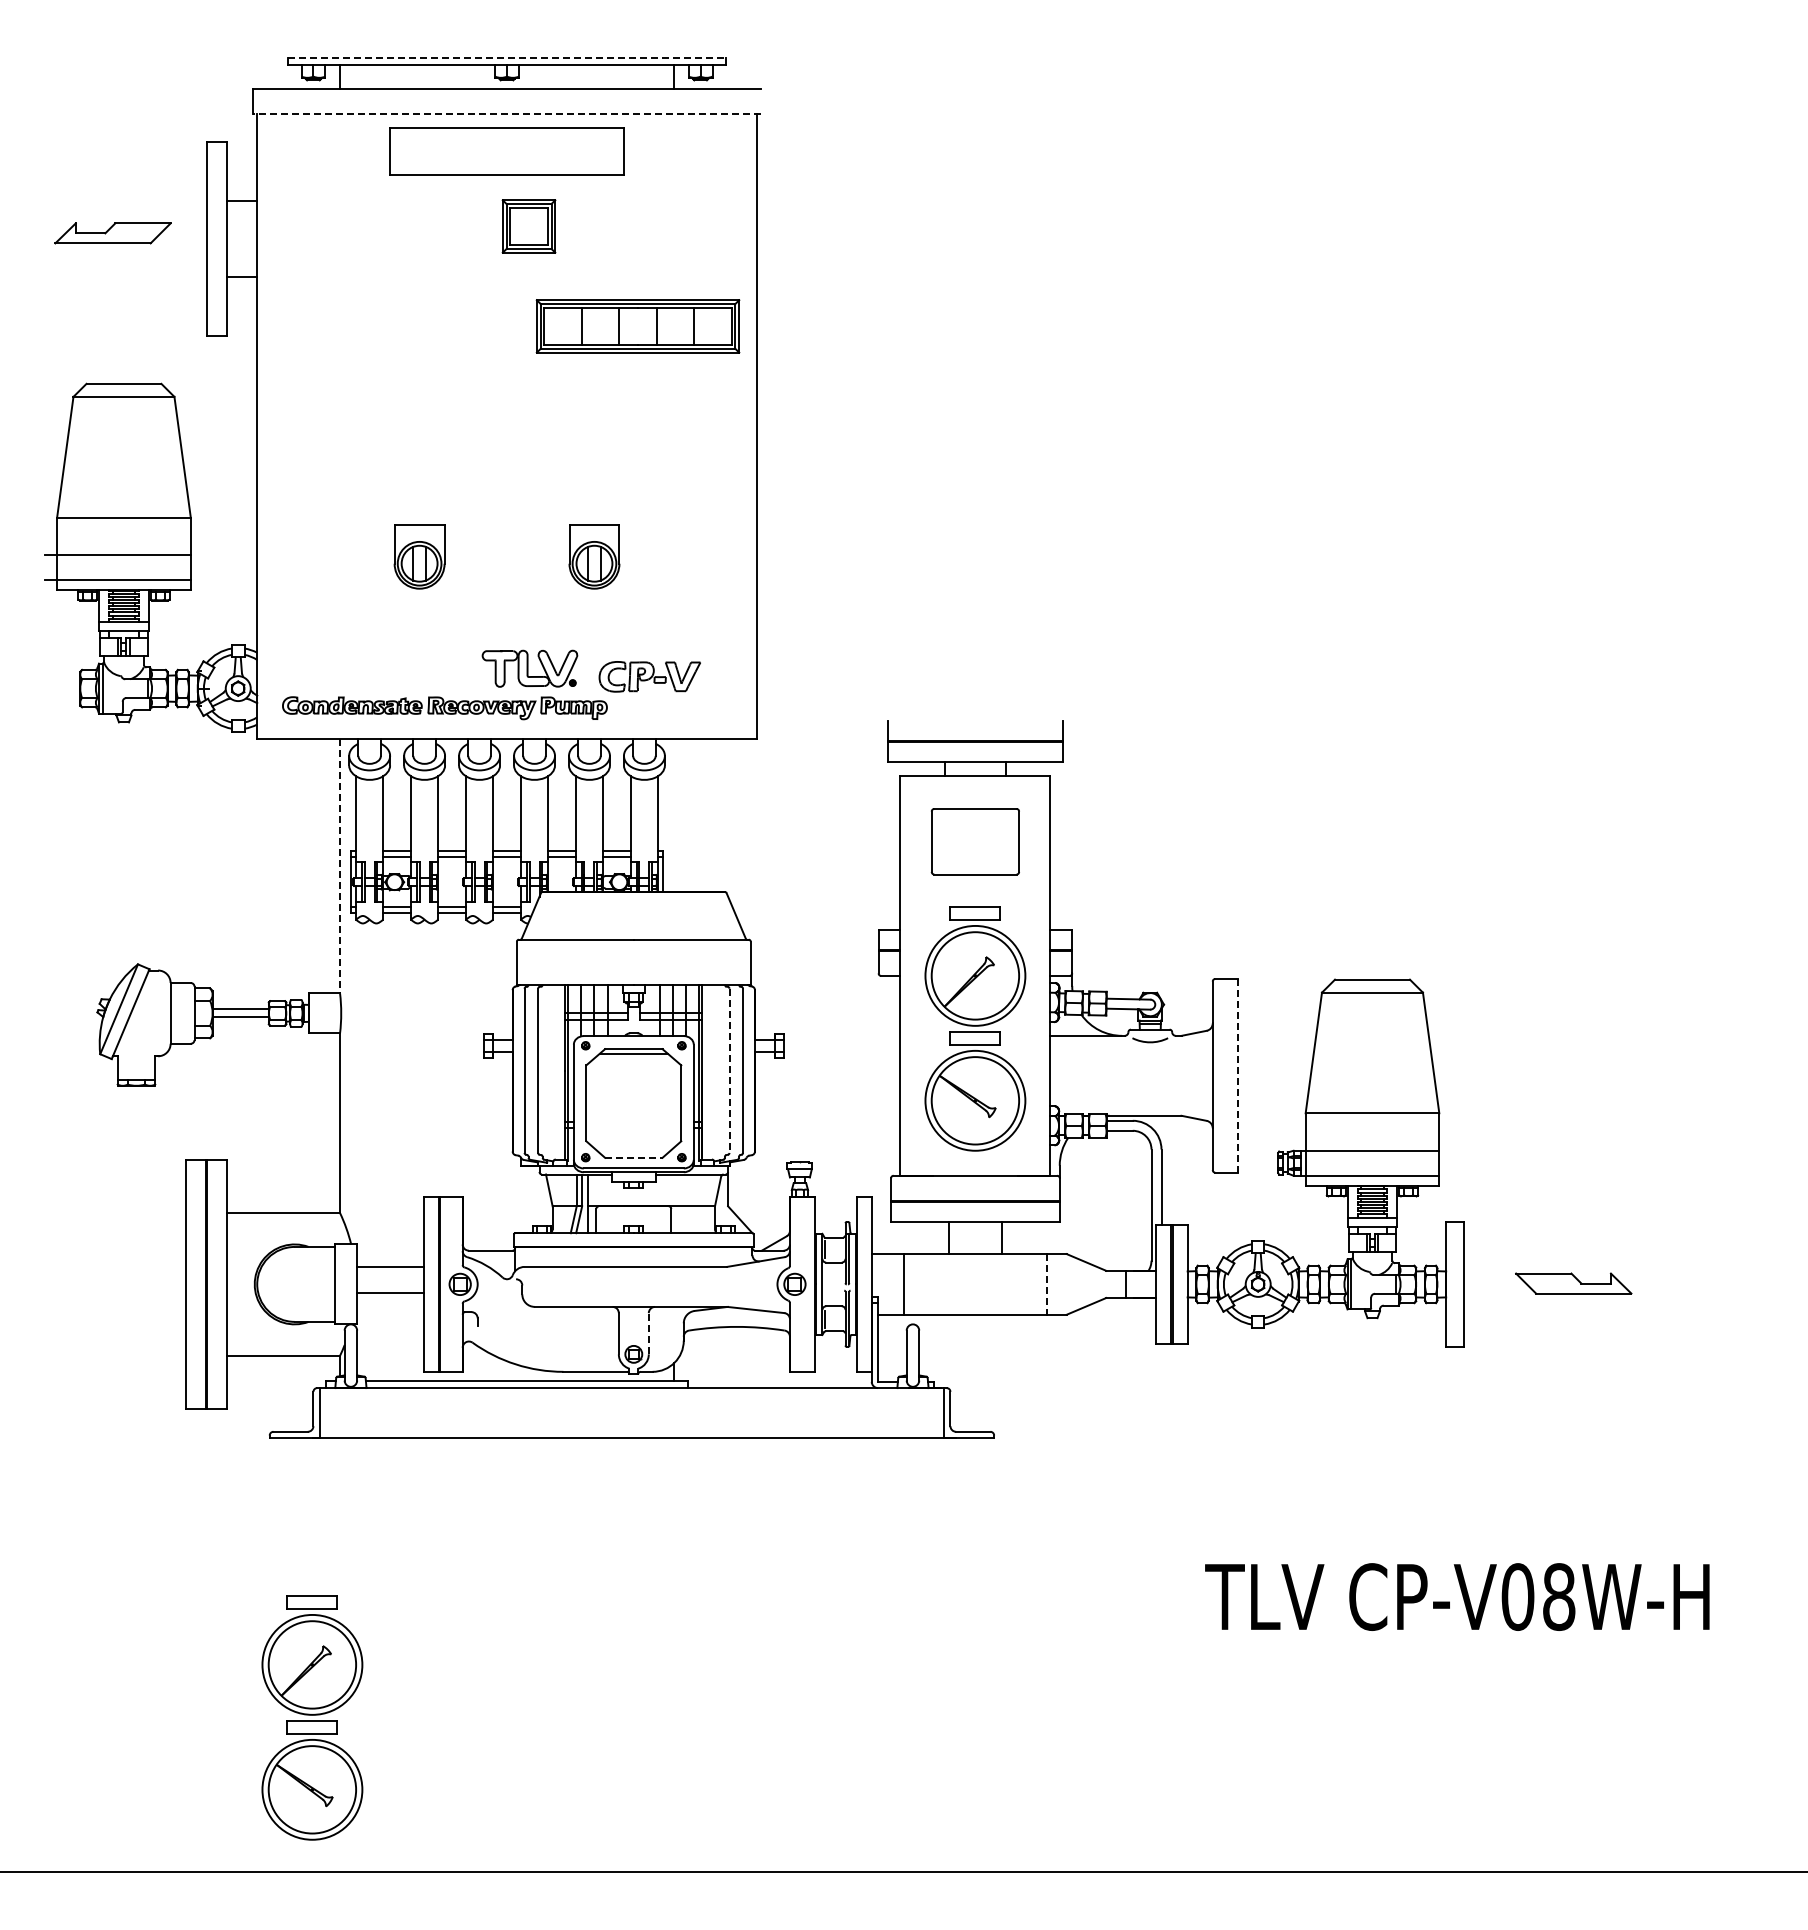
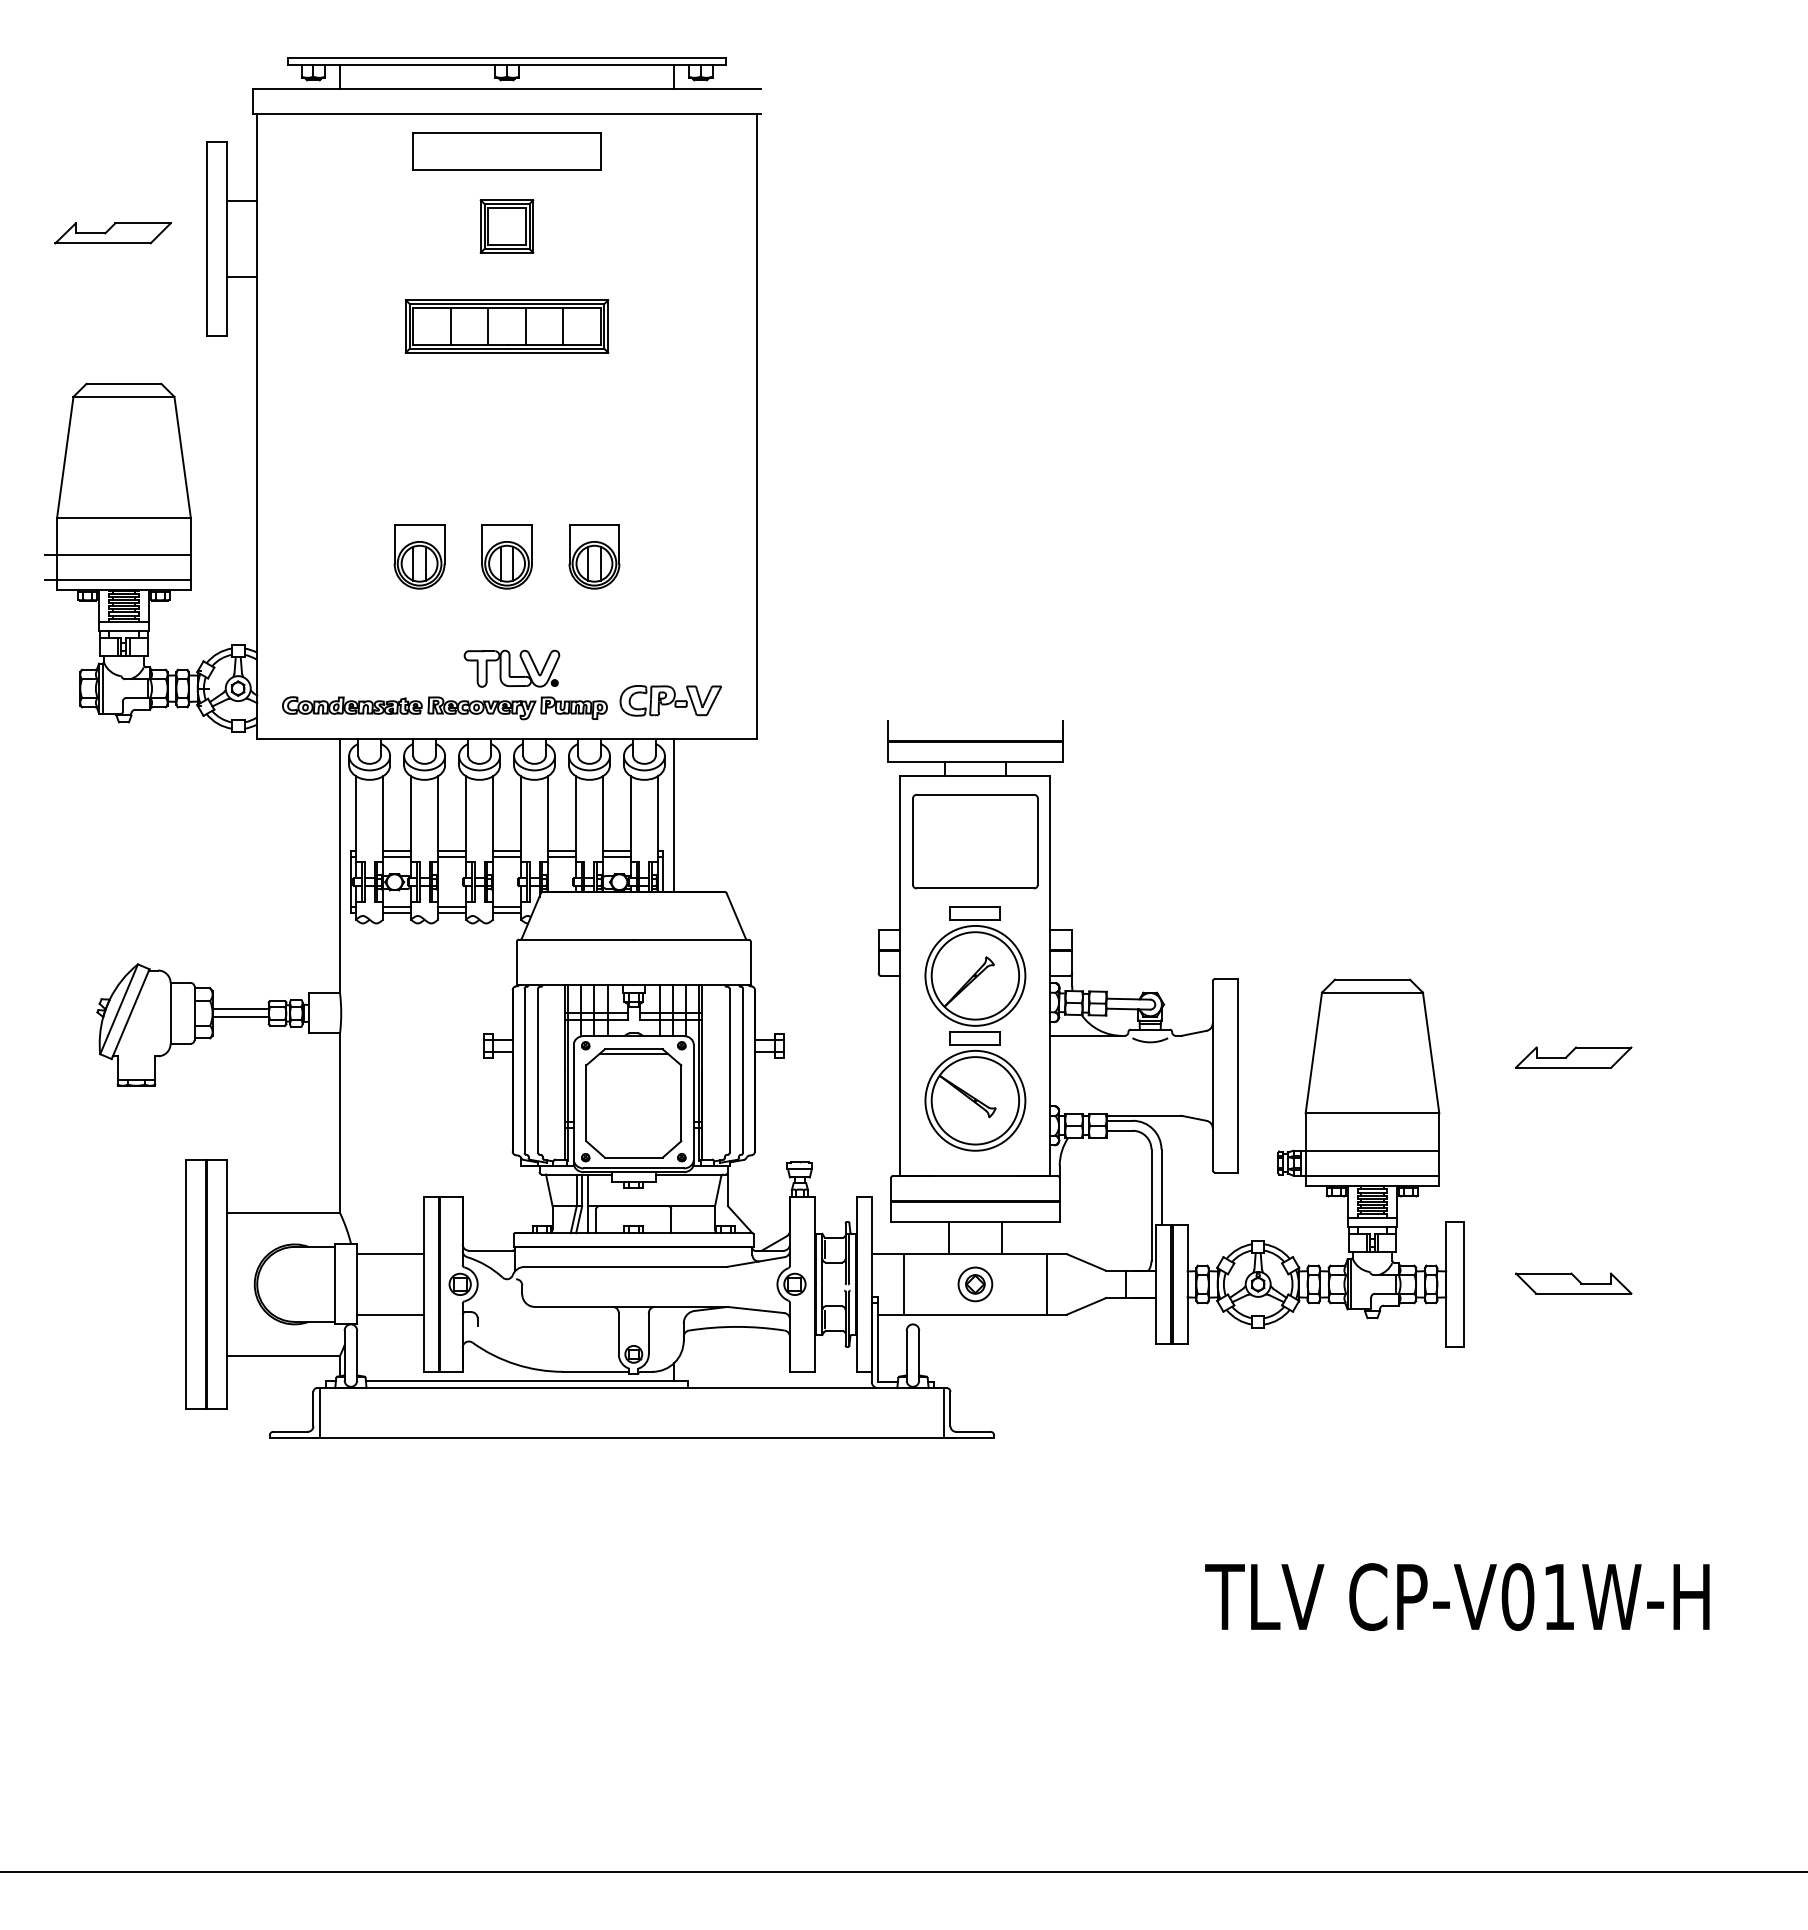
line at (507, 57): dashed -> solid
line at (506, 114): dashed -> solid
part at (506, 151) size: 236x49 px -> 190x39 px
part at (528, 226) position: (528, 226) -> (506, 226)
part at (637, 326) position: (637, 326) -> (506, 326)
part at (506, 556): none -> present
part at (529, 668) position: (529, 668) -> (511, 668)
part at (649, 676) position: (649, 676) -> (670, 700)
line at (674, 815): none -> present
part at (974, 841) size: 90x68 px -> 127x96 px
line at (340, 866): dashed -> solid
part at (1573, 1057): none -> present
line at (729, 1071): dashed -> solid
line at (1237, 1075): dashed -> solid
line at (633, 1157): dashed -> solid
line at (390, 1267) position: (390, 1267) -> (390, 1254)
part at (975, 1284): none -> present
line at (1046, 1284): dashed -> solid
line at (390, 1292) position: (390, 1292) -> (390, 1314)
line at (648, 1333): dashed -> solid
text at (1559, 1596): CP-V08W-H -> CP-V01W-H
part at (312, 1717): present -> none
